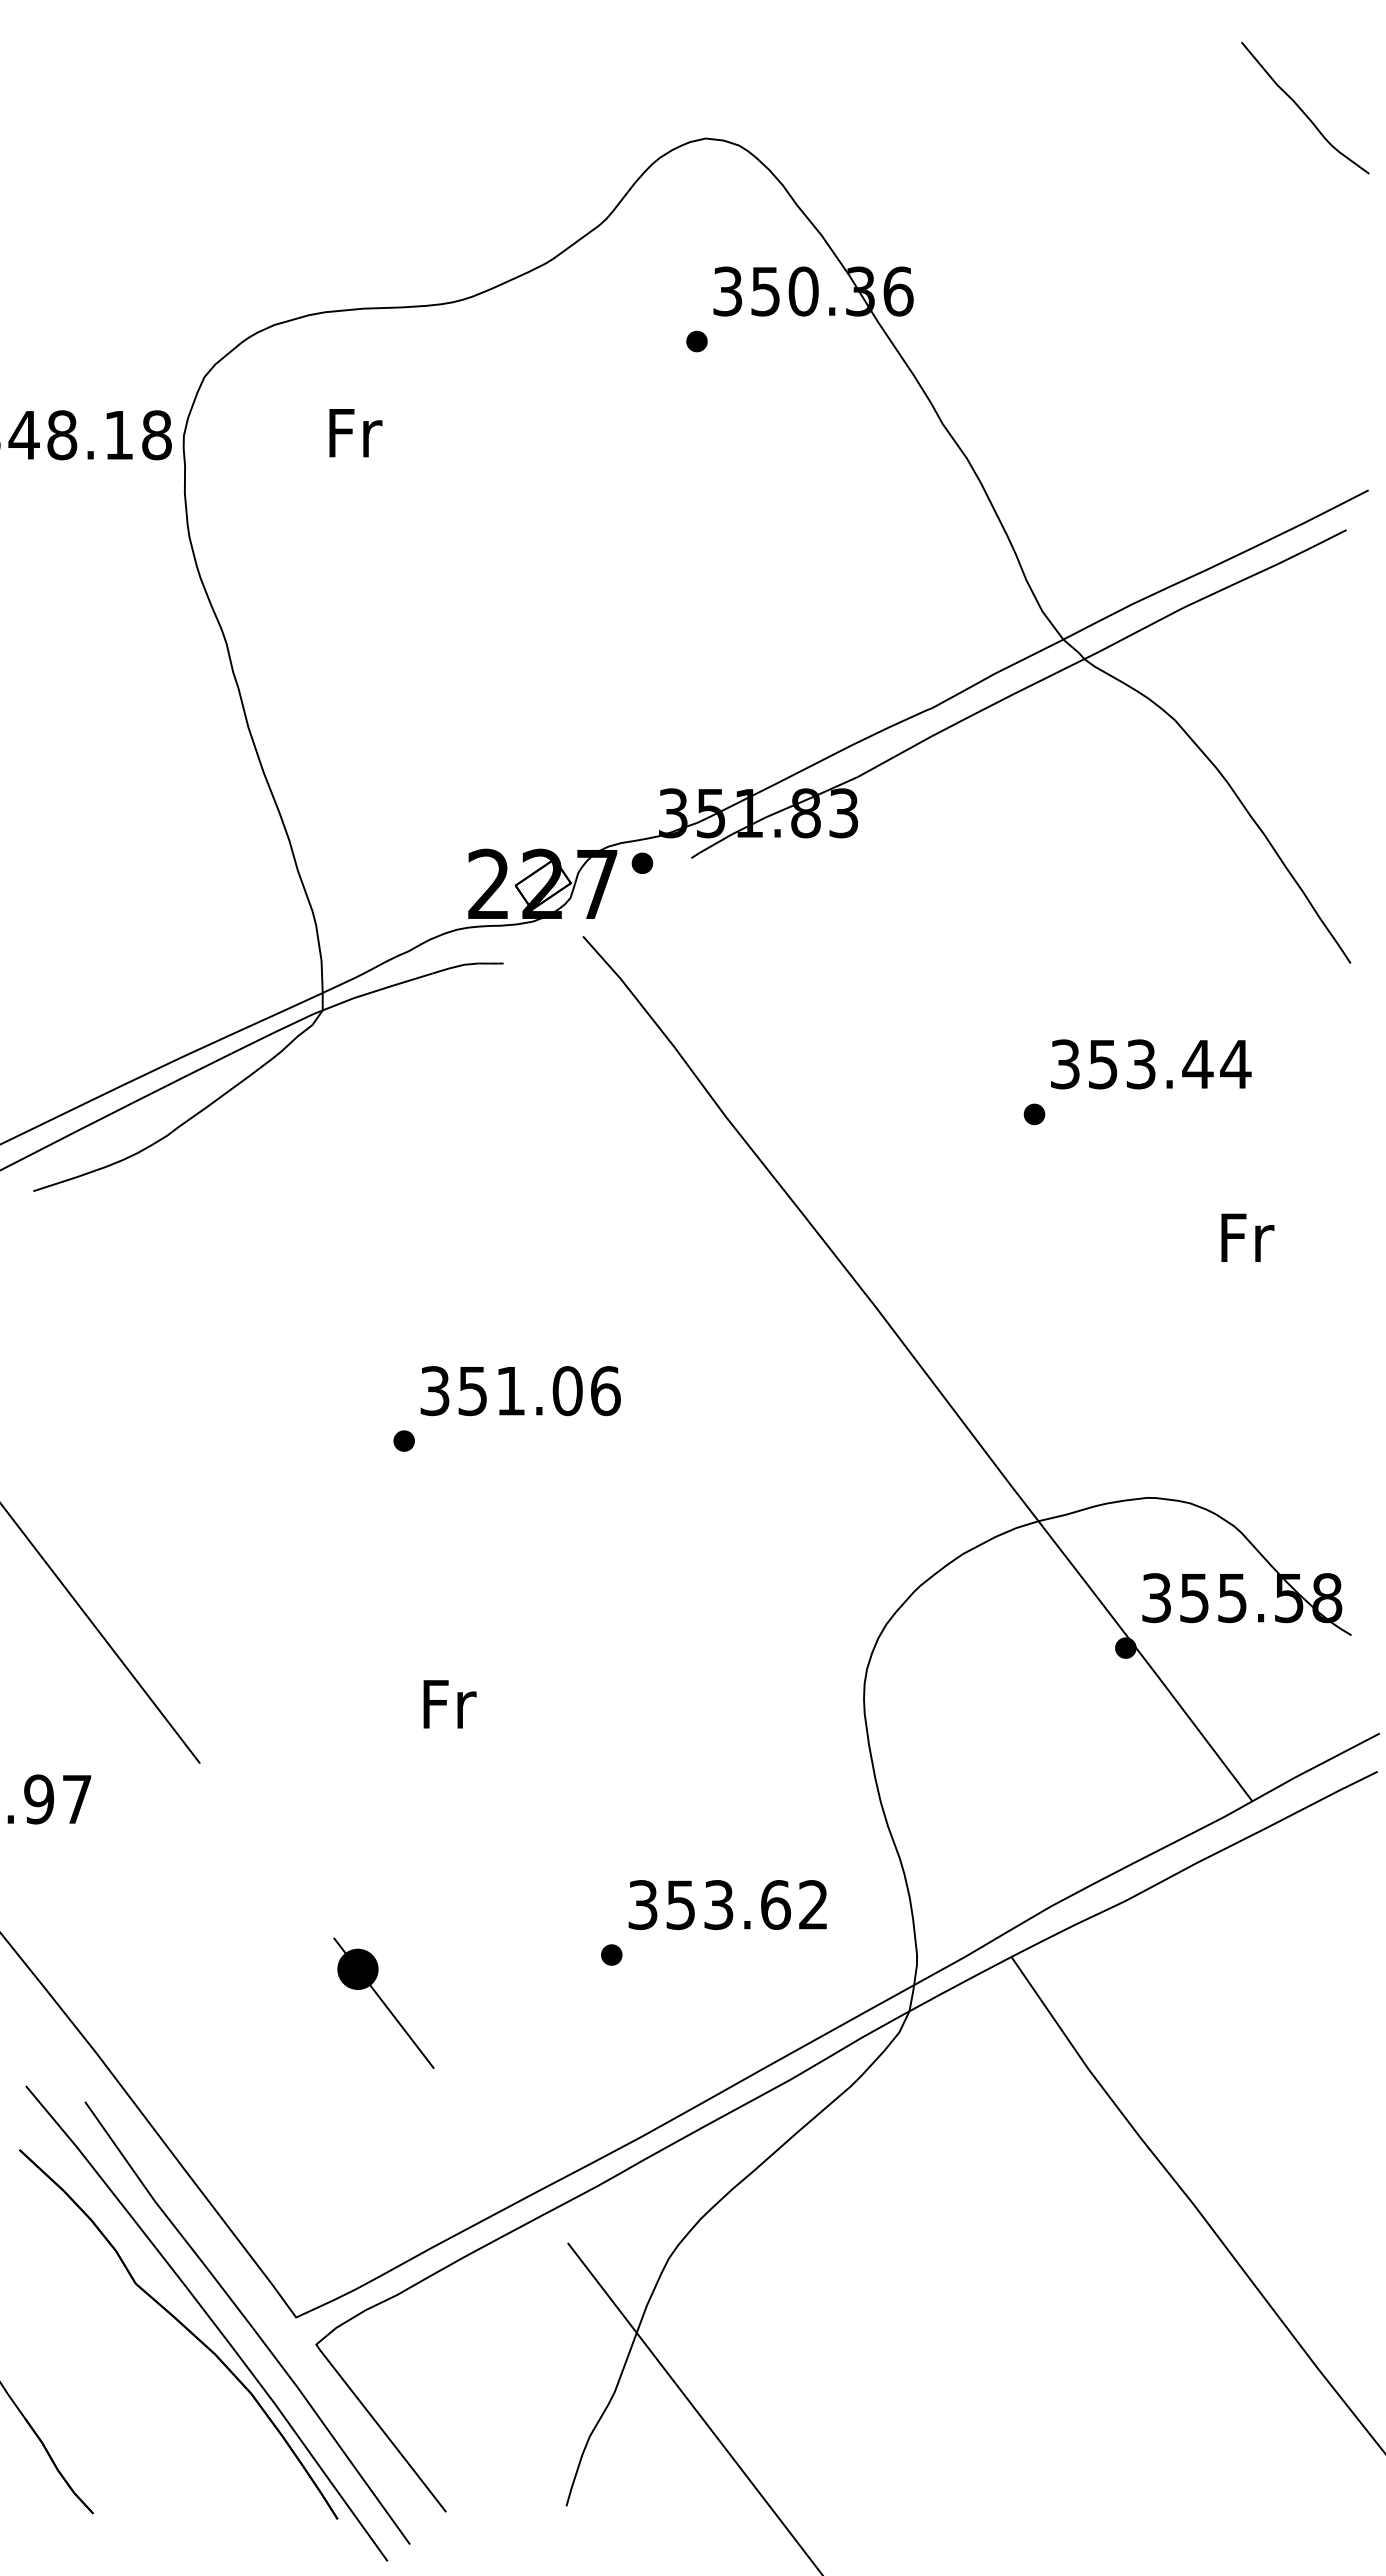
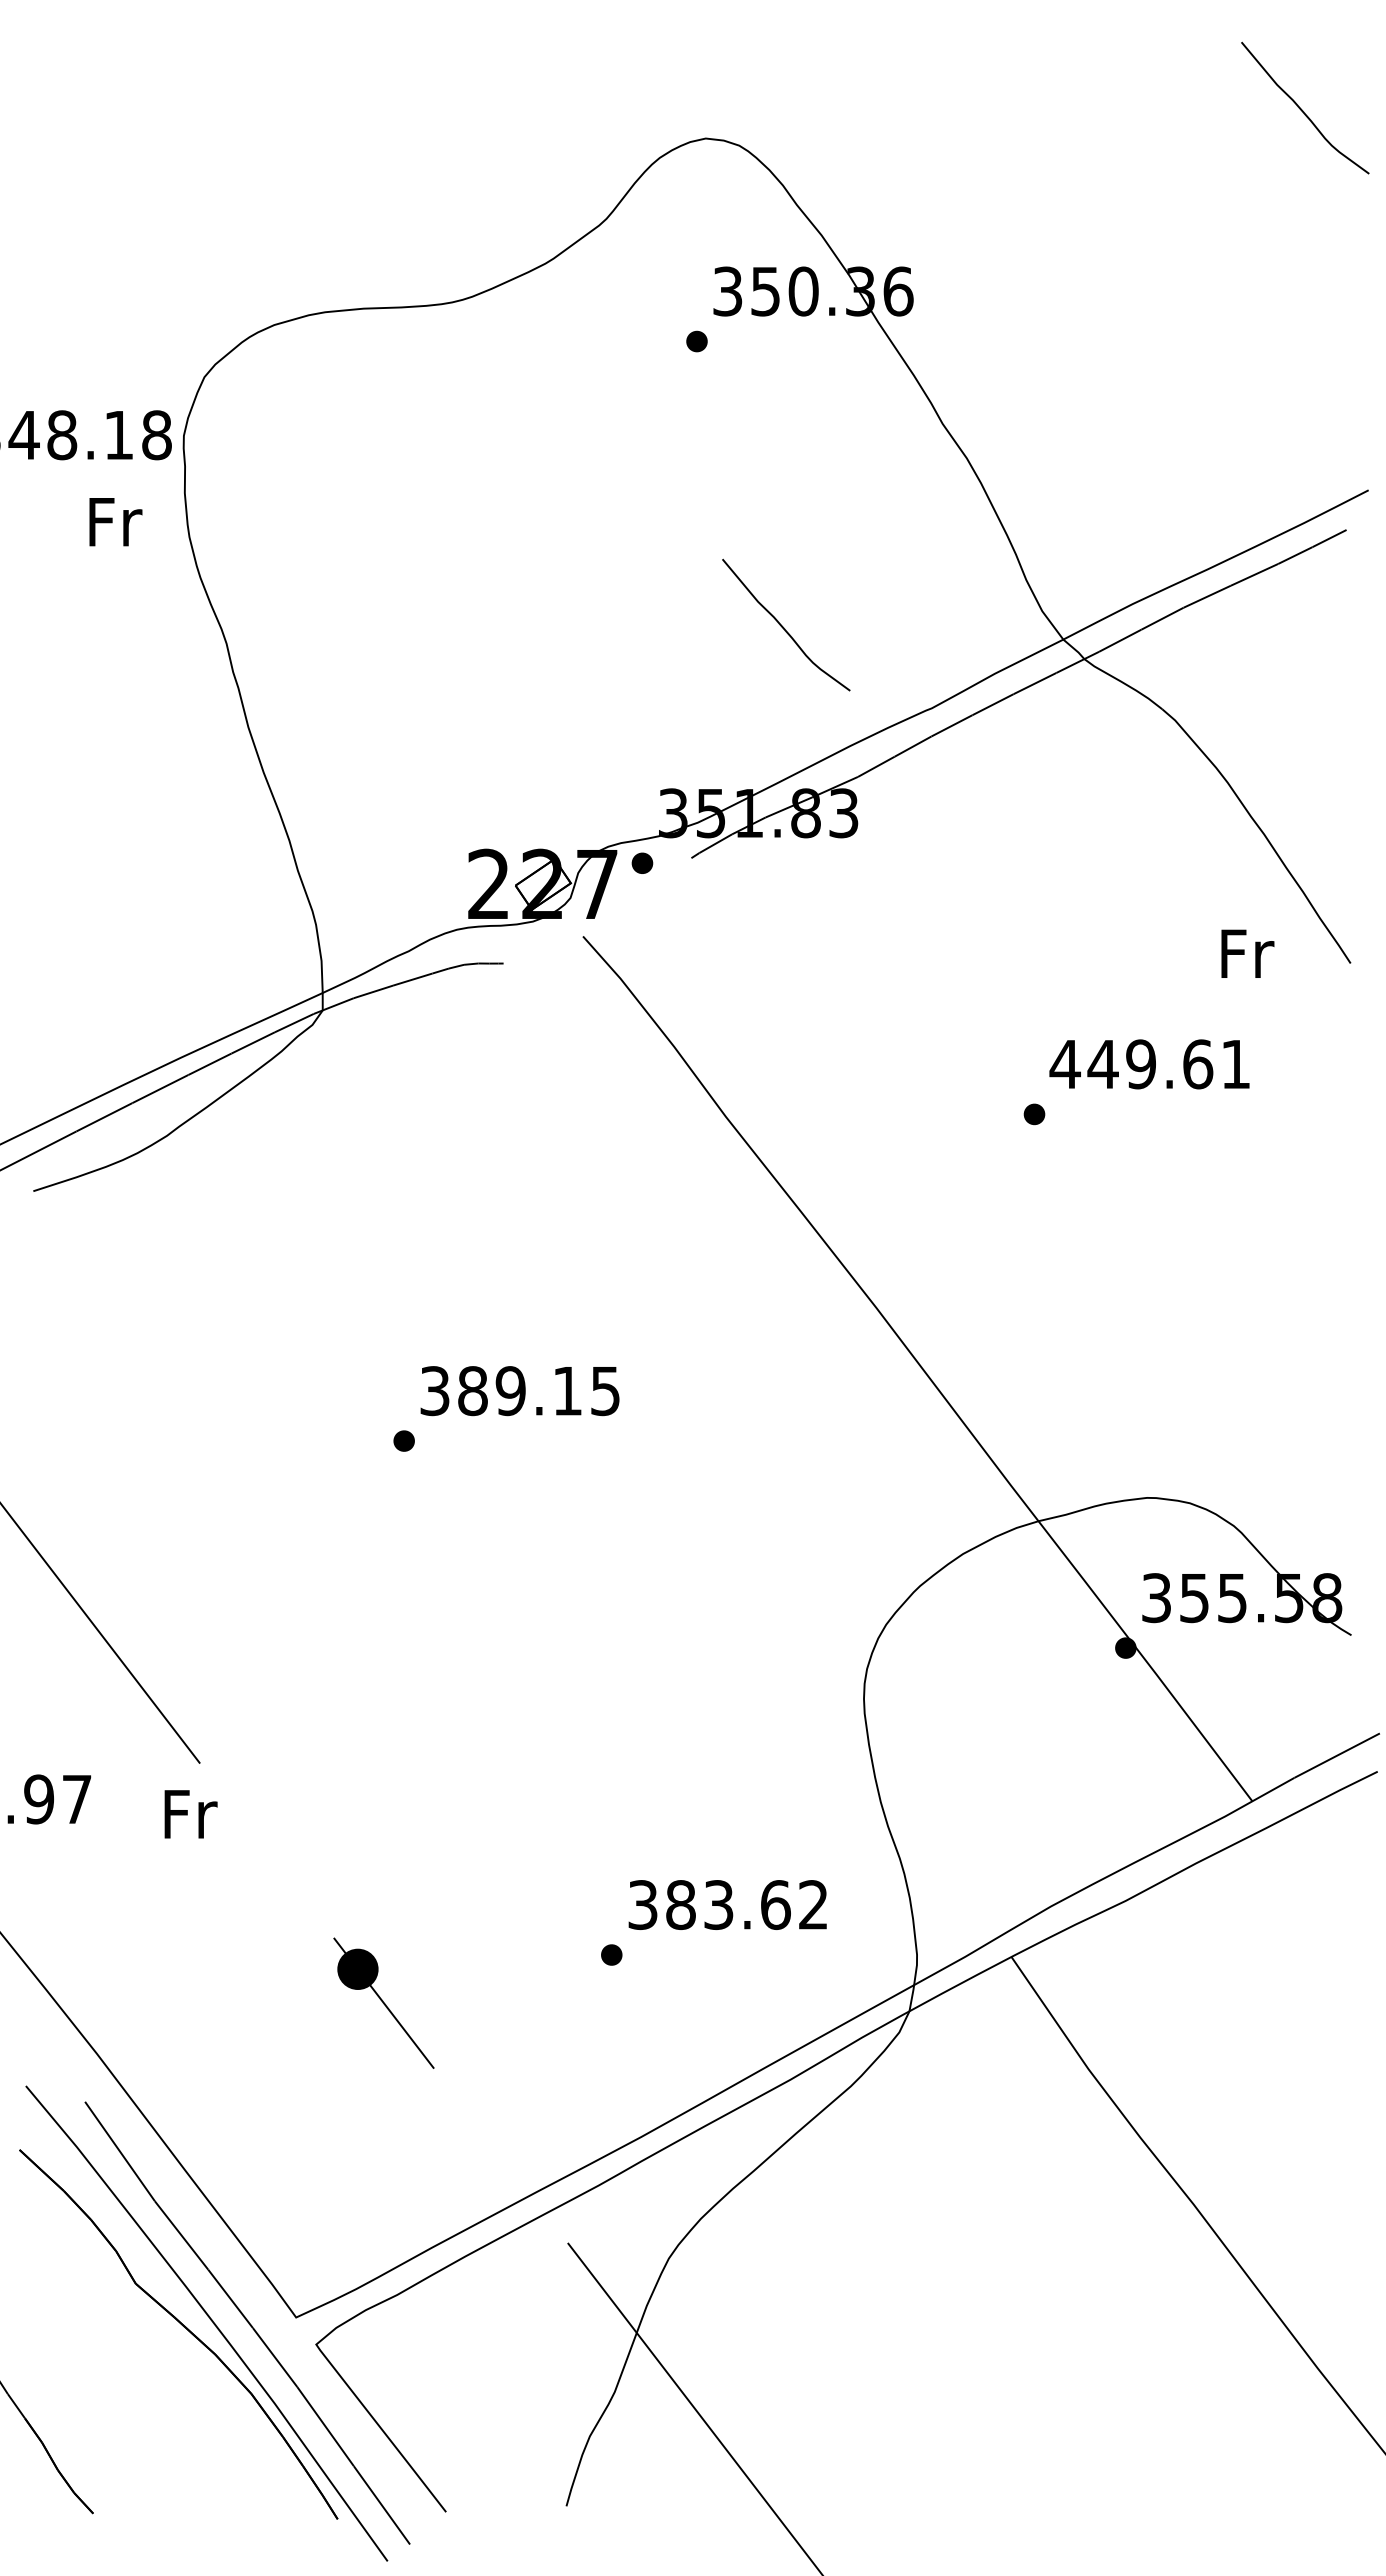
text at (355, 433) position: (355, 433) -> (115, 522)
curve at (783, 626): none -> present
text at (1150, 1064): 353.44 -> 449.61
text at (1247, 1237) position: (1247, 1237) -> (1247, 953)
text at (539, 1391): 351.06 -> 389.15
text at (449, 1704) position: (449, 1704) -> (190, 1814)
text at (680, 1905): 353.62 -> 383.62
